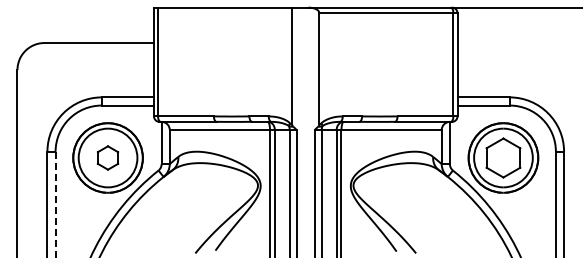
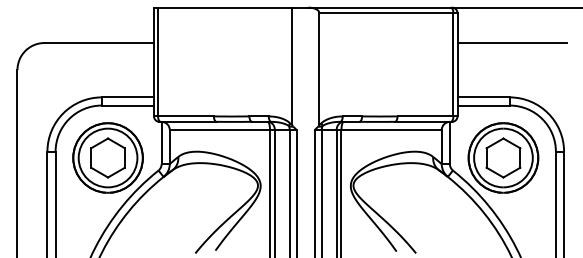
line at (511, 43): none -> present
part at (107, 157) size: 24x26 px -> 36x42 px
line at (55, 204): dashed -> solid
